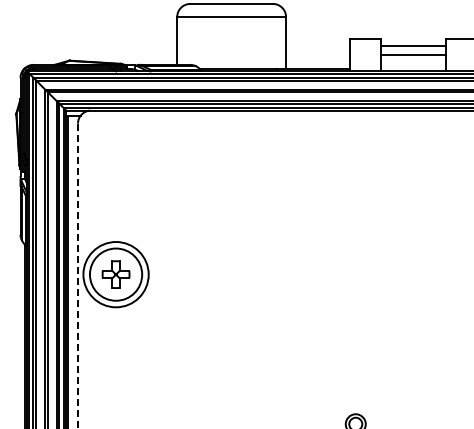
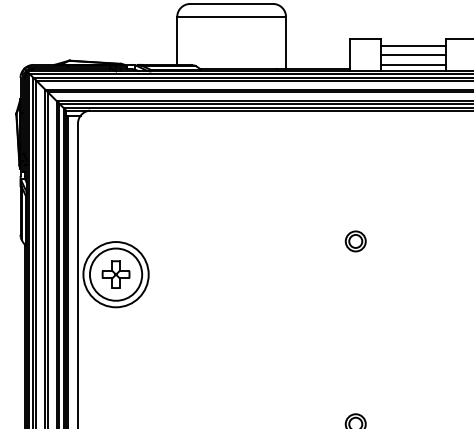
line at (413, 64): none -> present
part at (355, 241): none -> present
line at (77, 276): dashed -> solid
